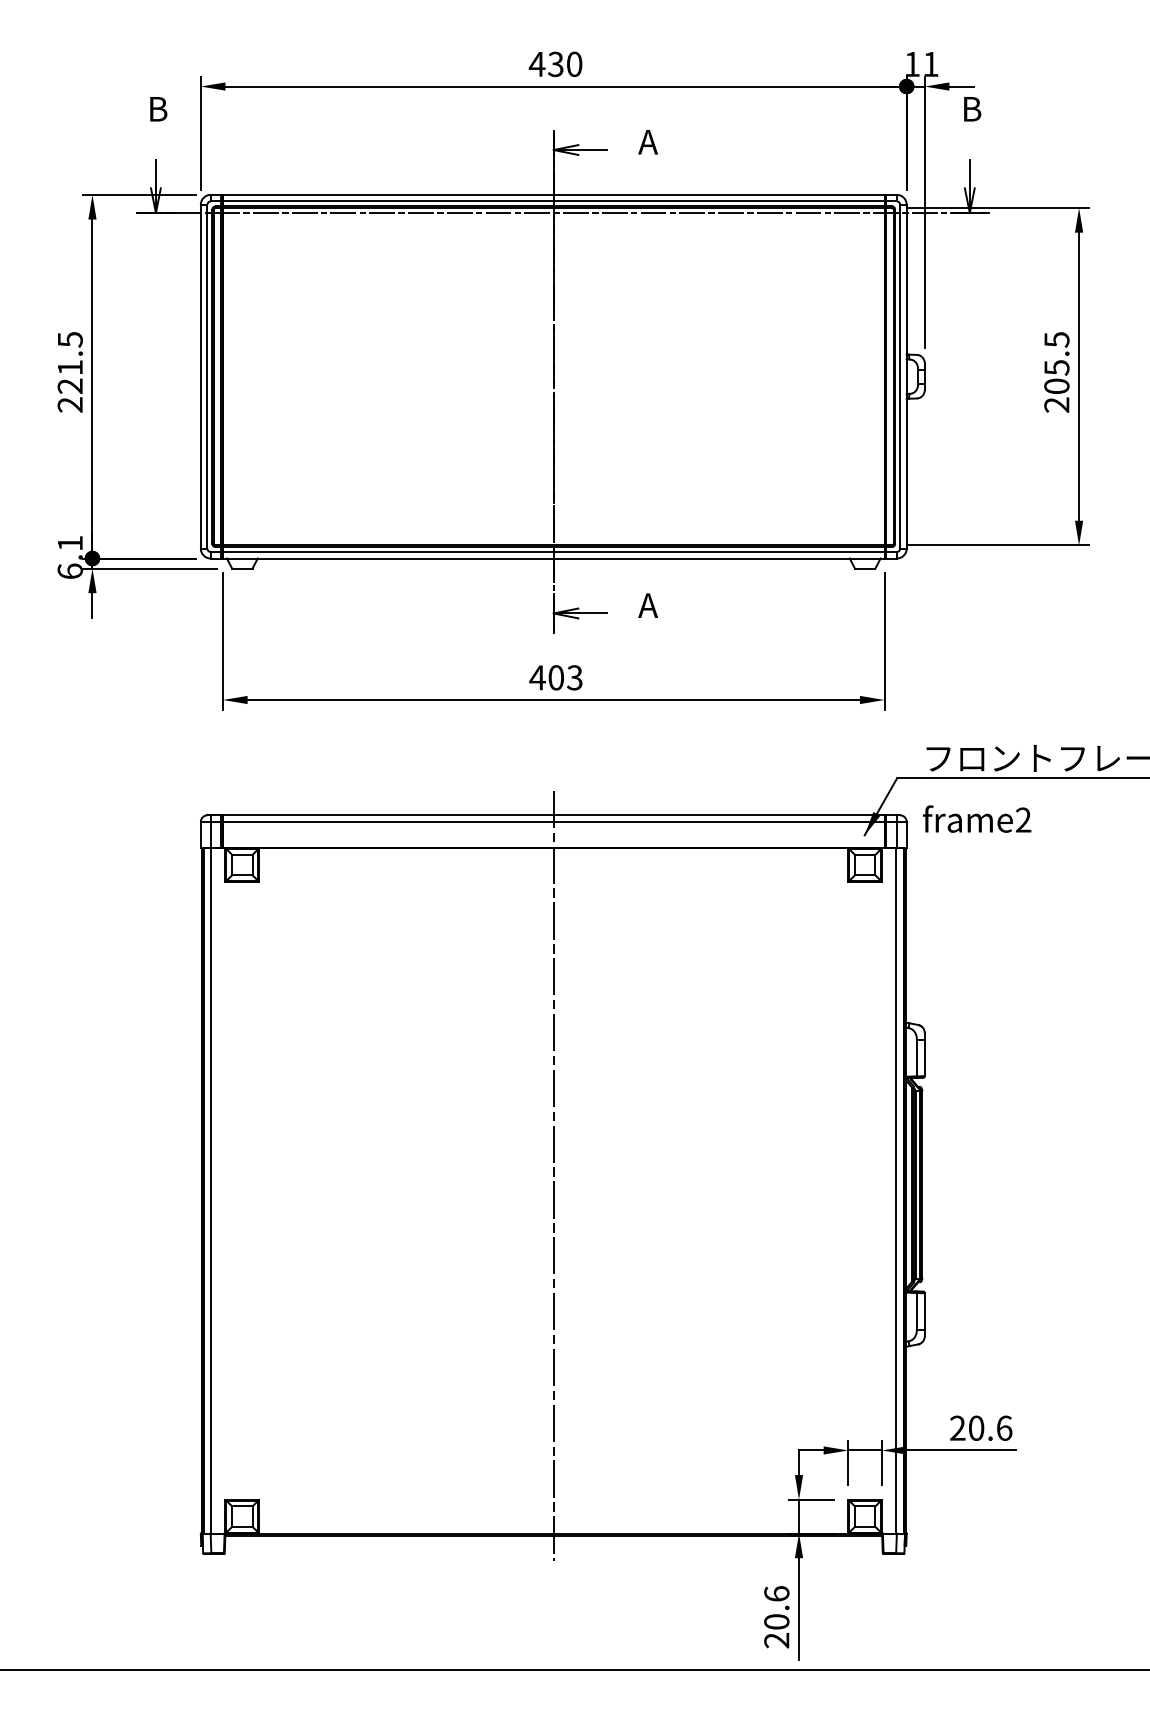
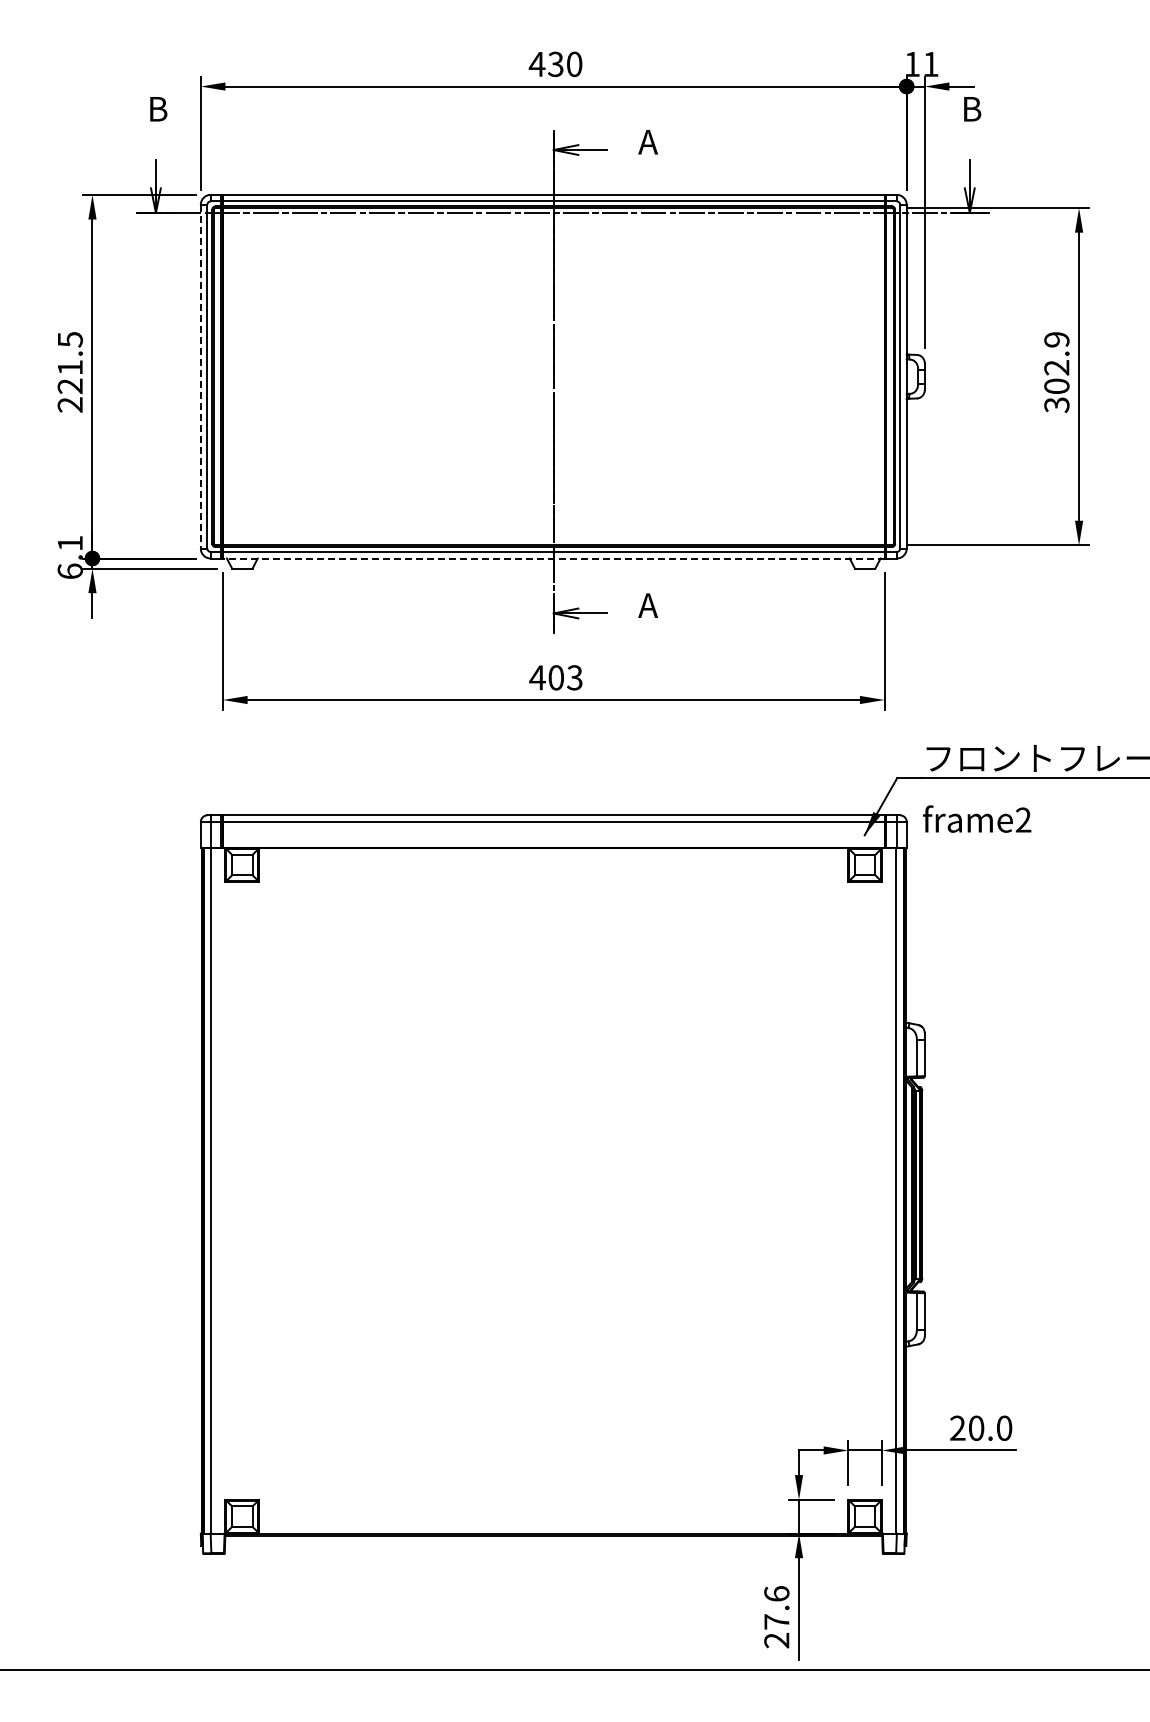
text at (1056, 372): 205.5 -> 302.9
line at (200, 376): solid -> dashed
line at (553, 558): solid -> dashed
line at (553, 1175): present -> none
text at (1004, 1427): 20.6 -> 20.0
text at (776, 1621): 20.6 -> 27.6
